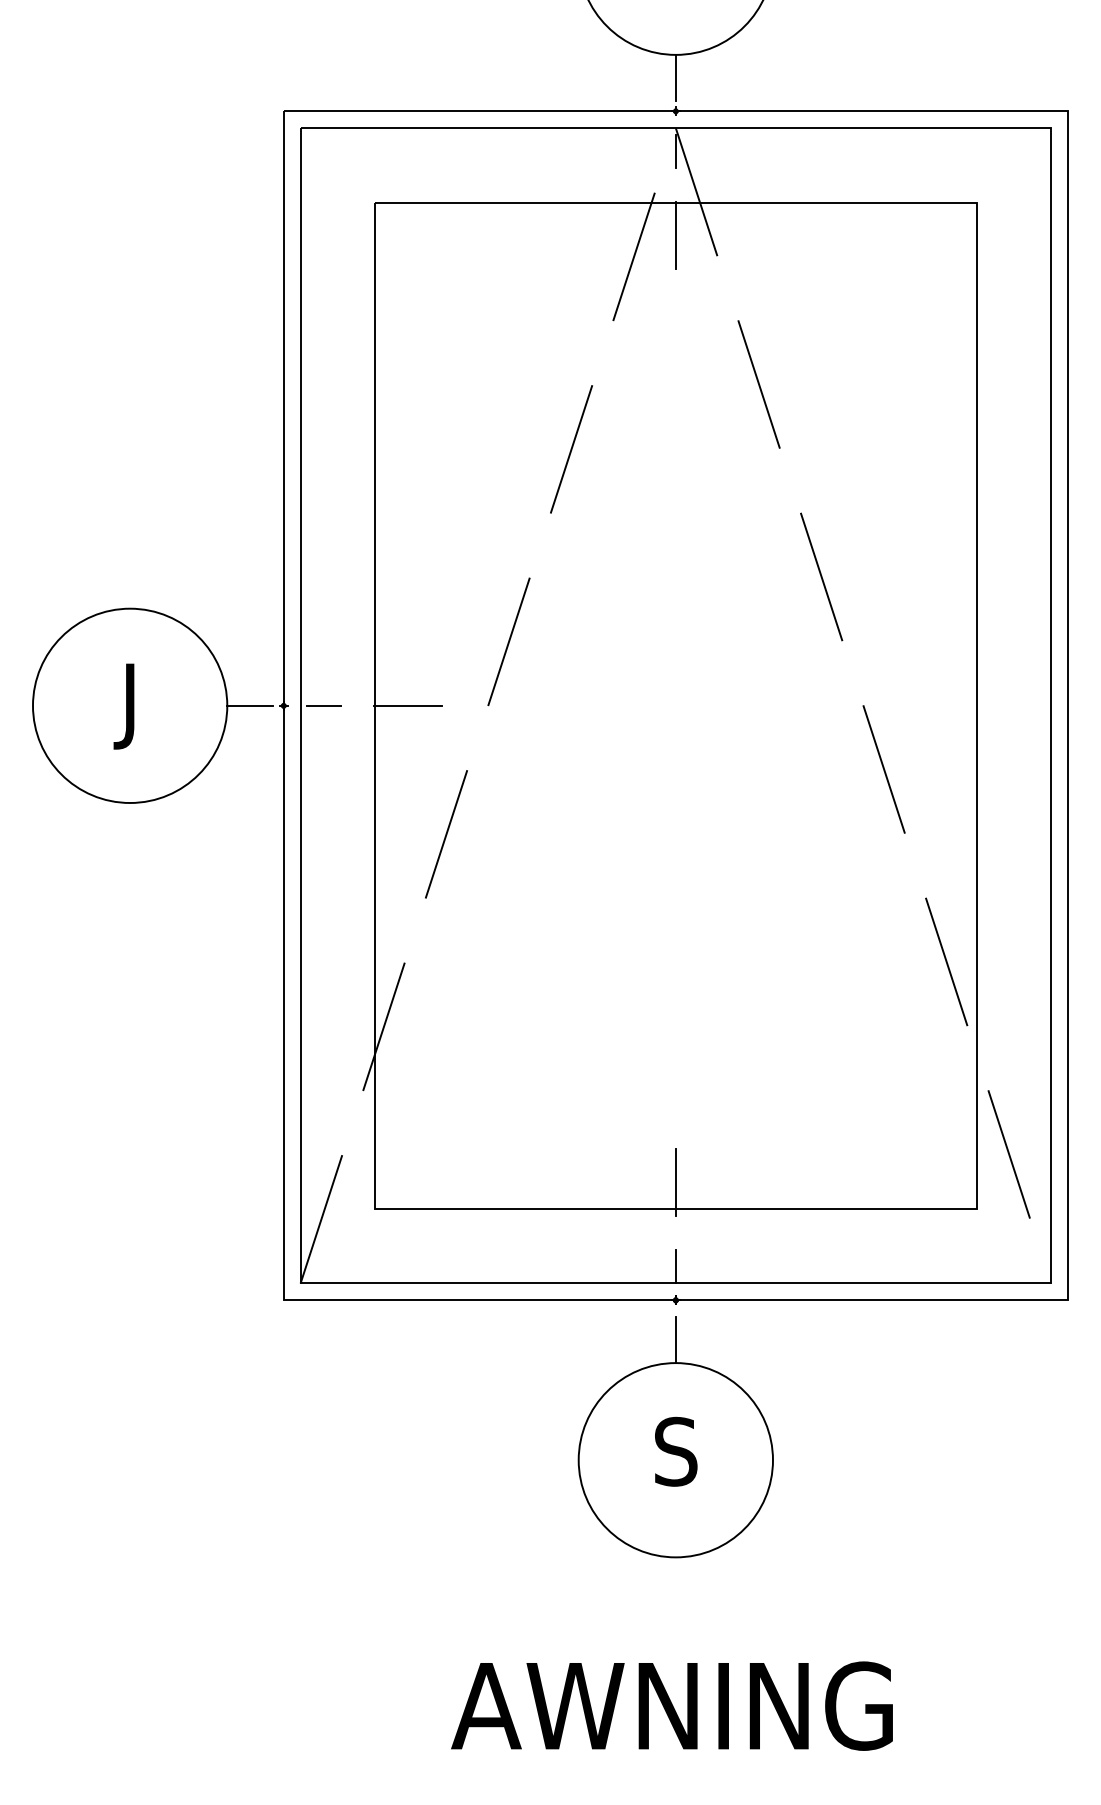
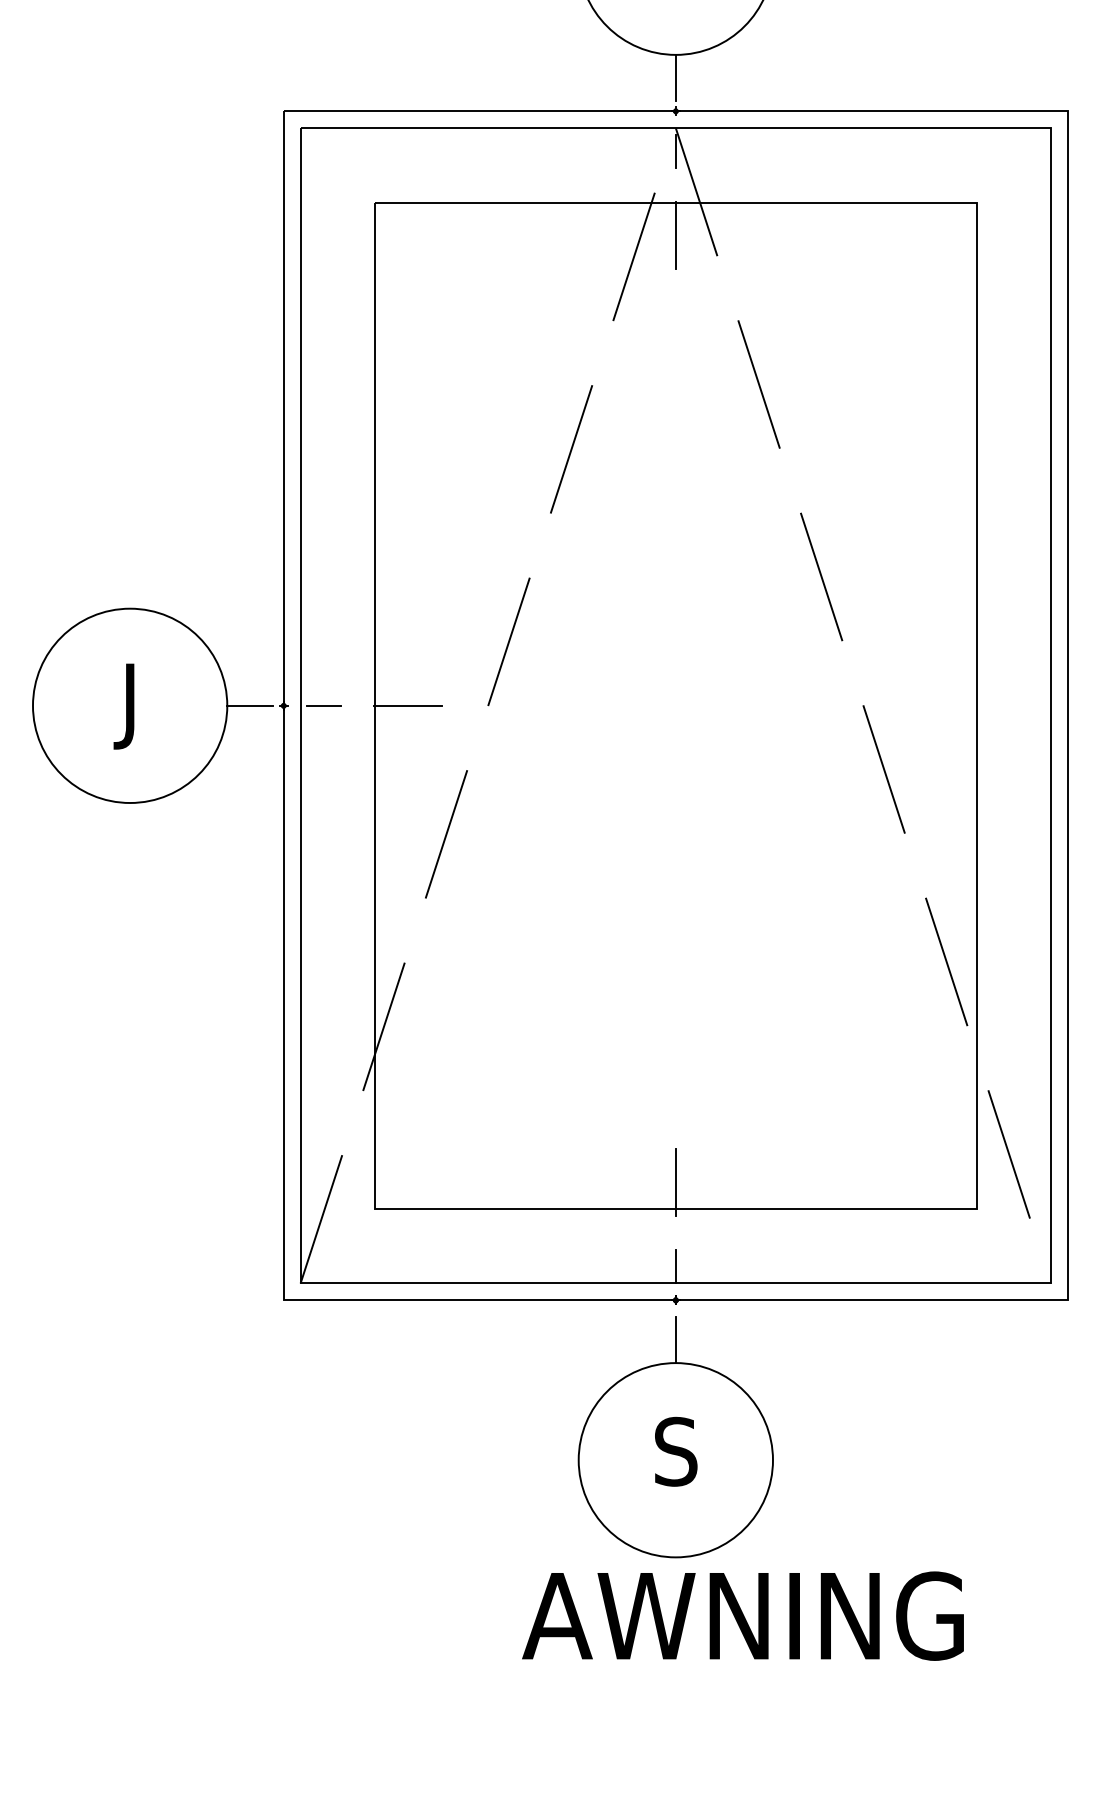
text at (671, 1705) position: (671, 1705) -> (742, 1615)
